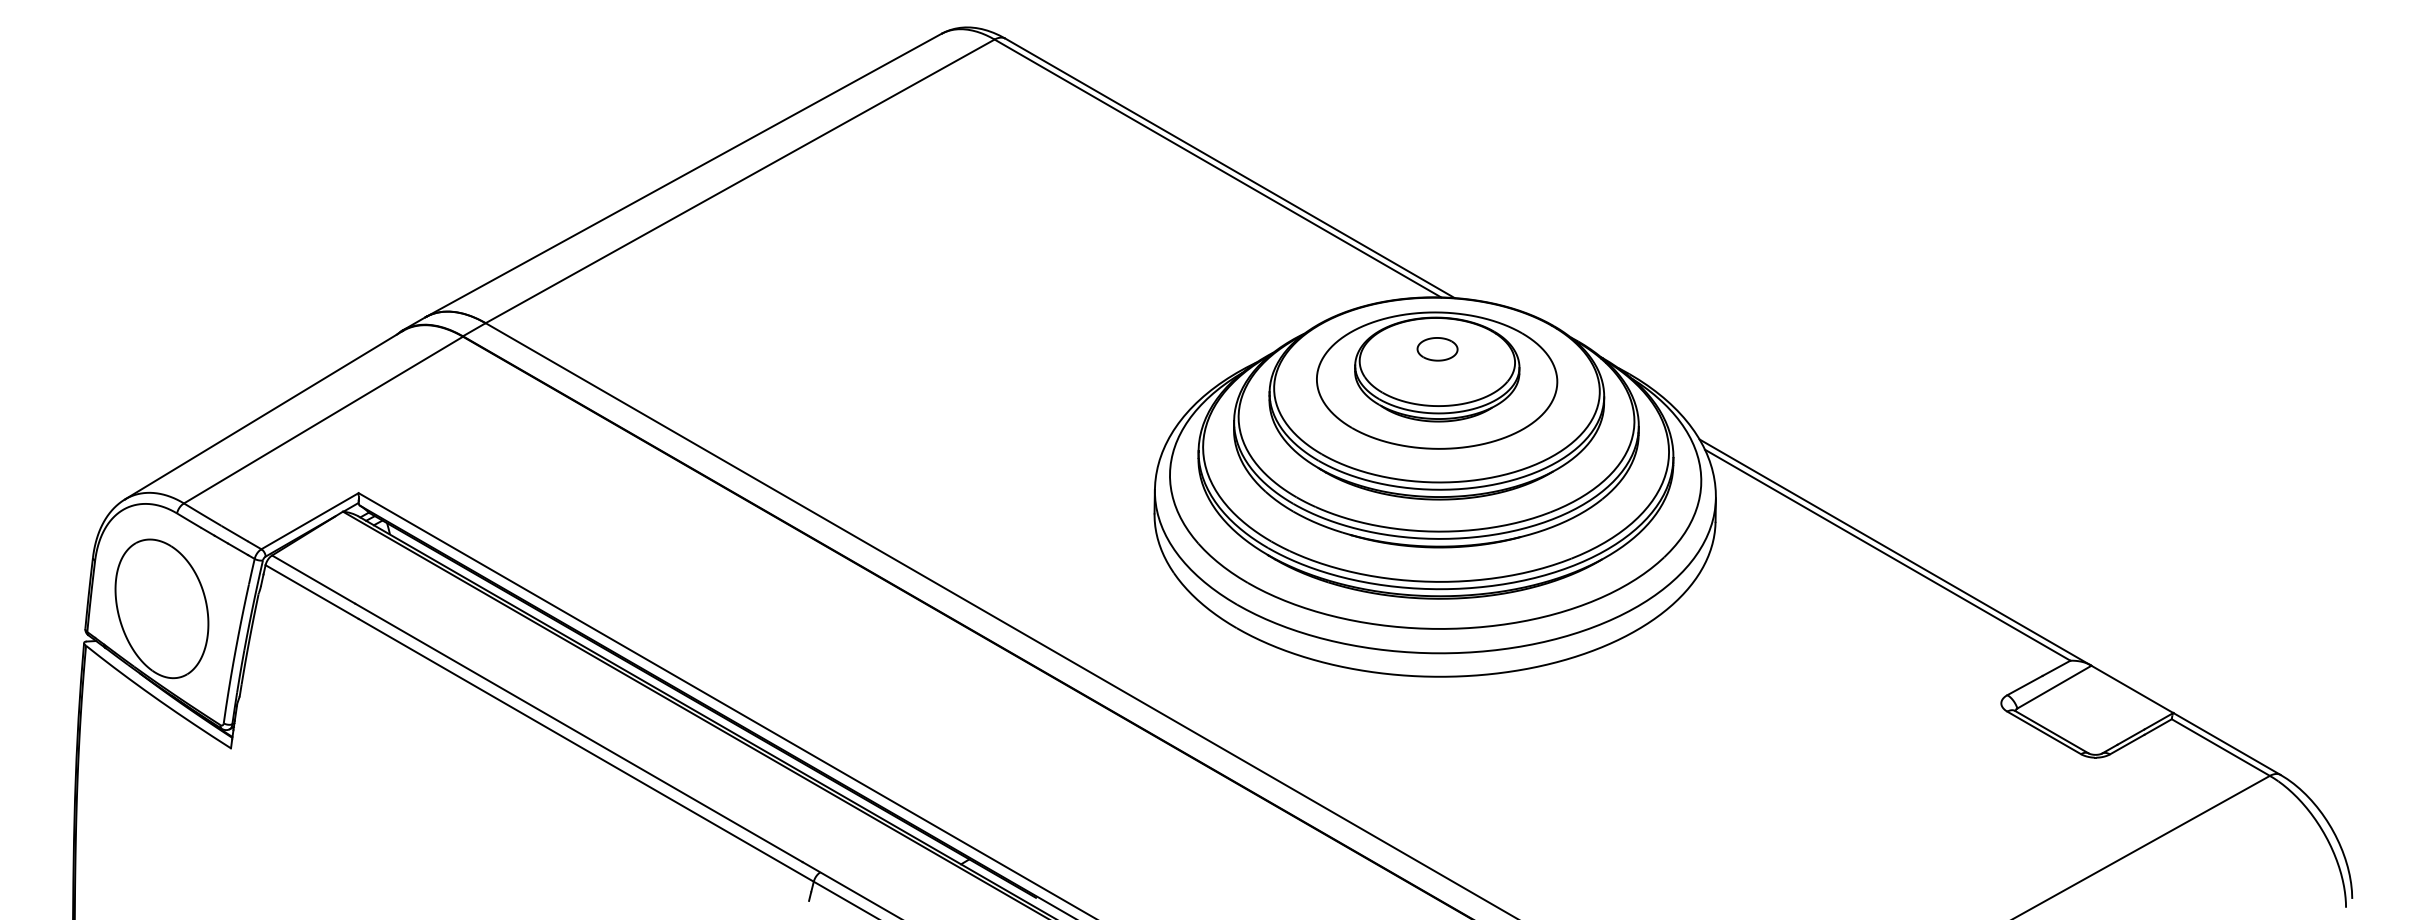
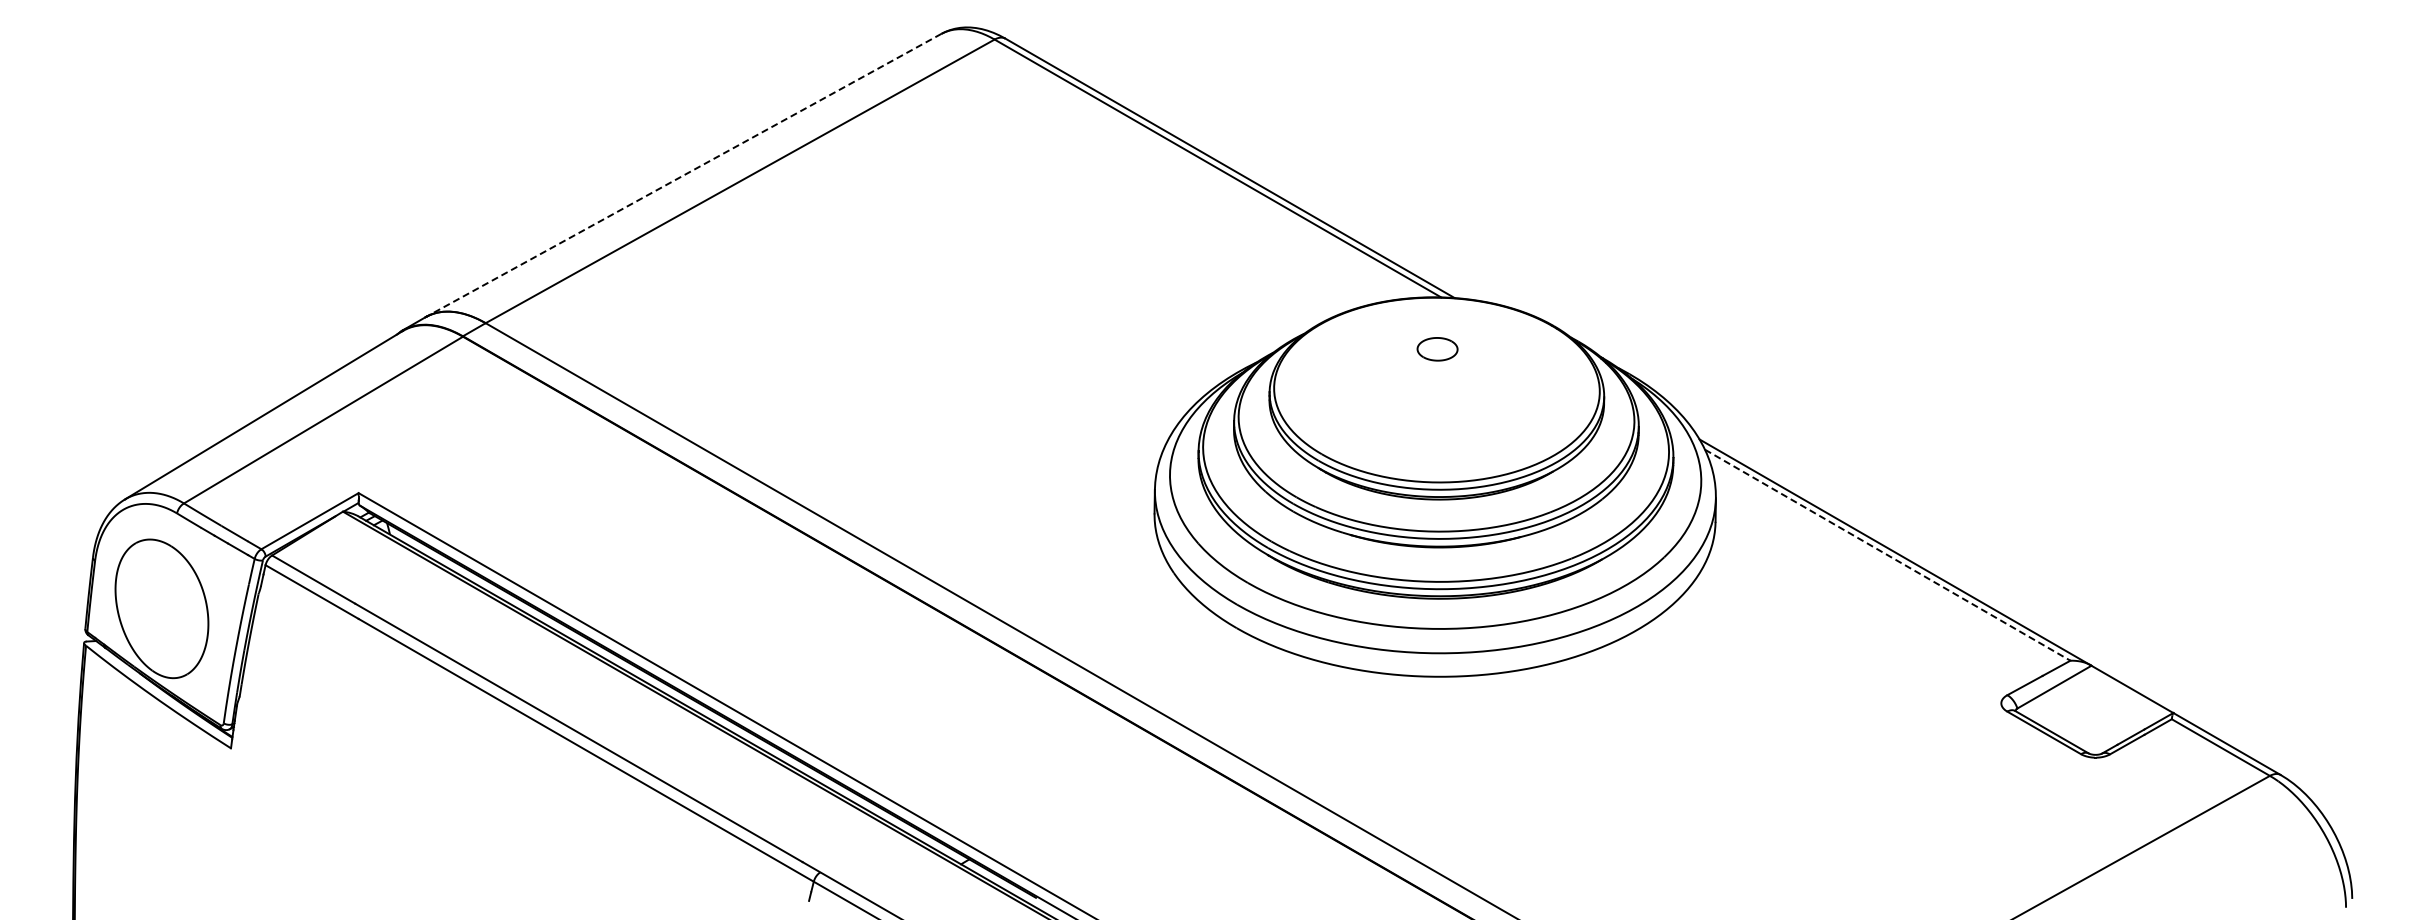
line at (683, 175): solid -> dashed
part at (1437, 380): present -> none
line at (1888, 555): solid -> dashed
